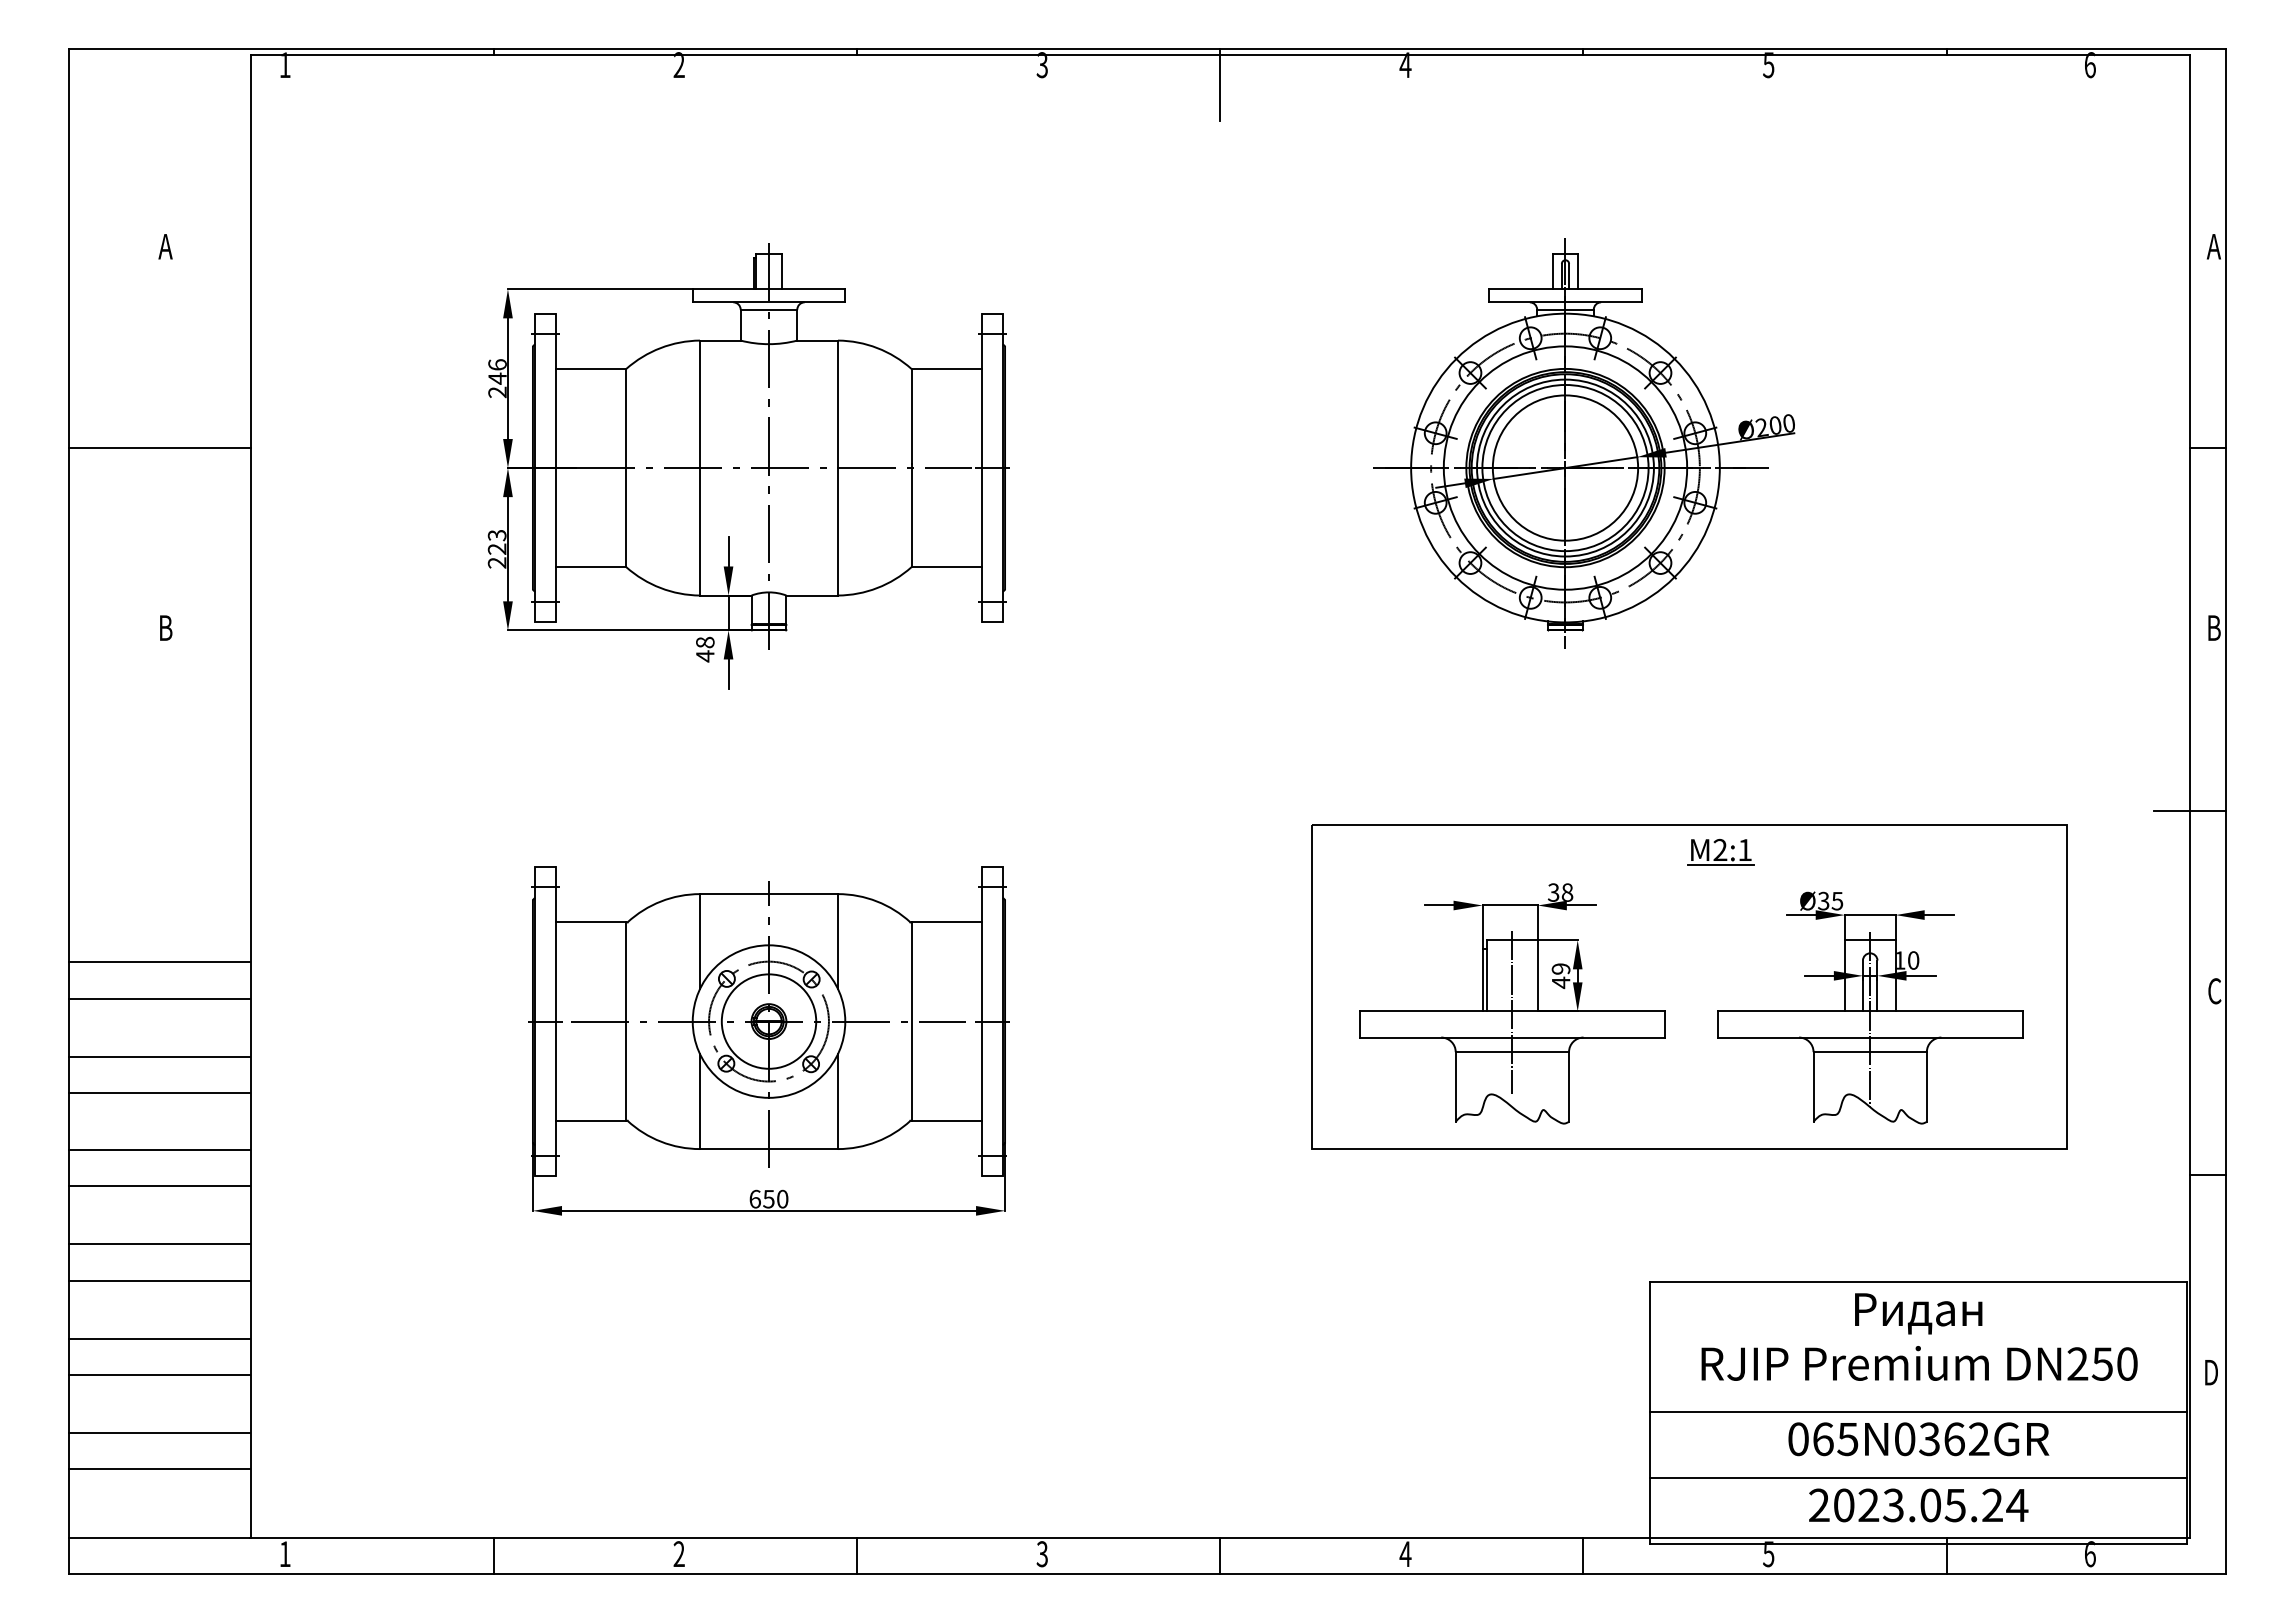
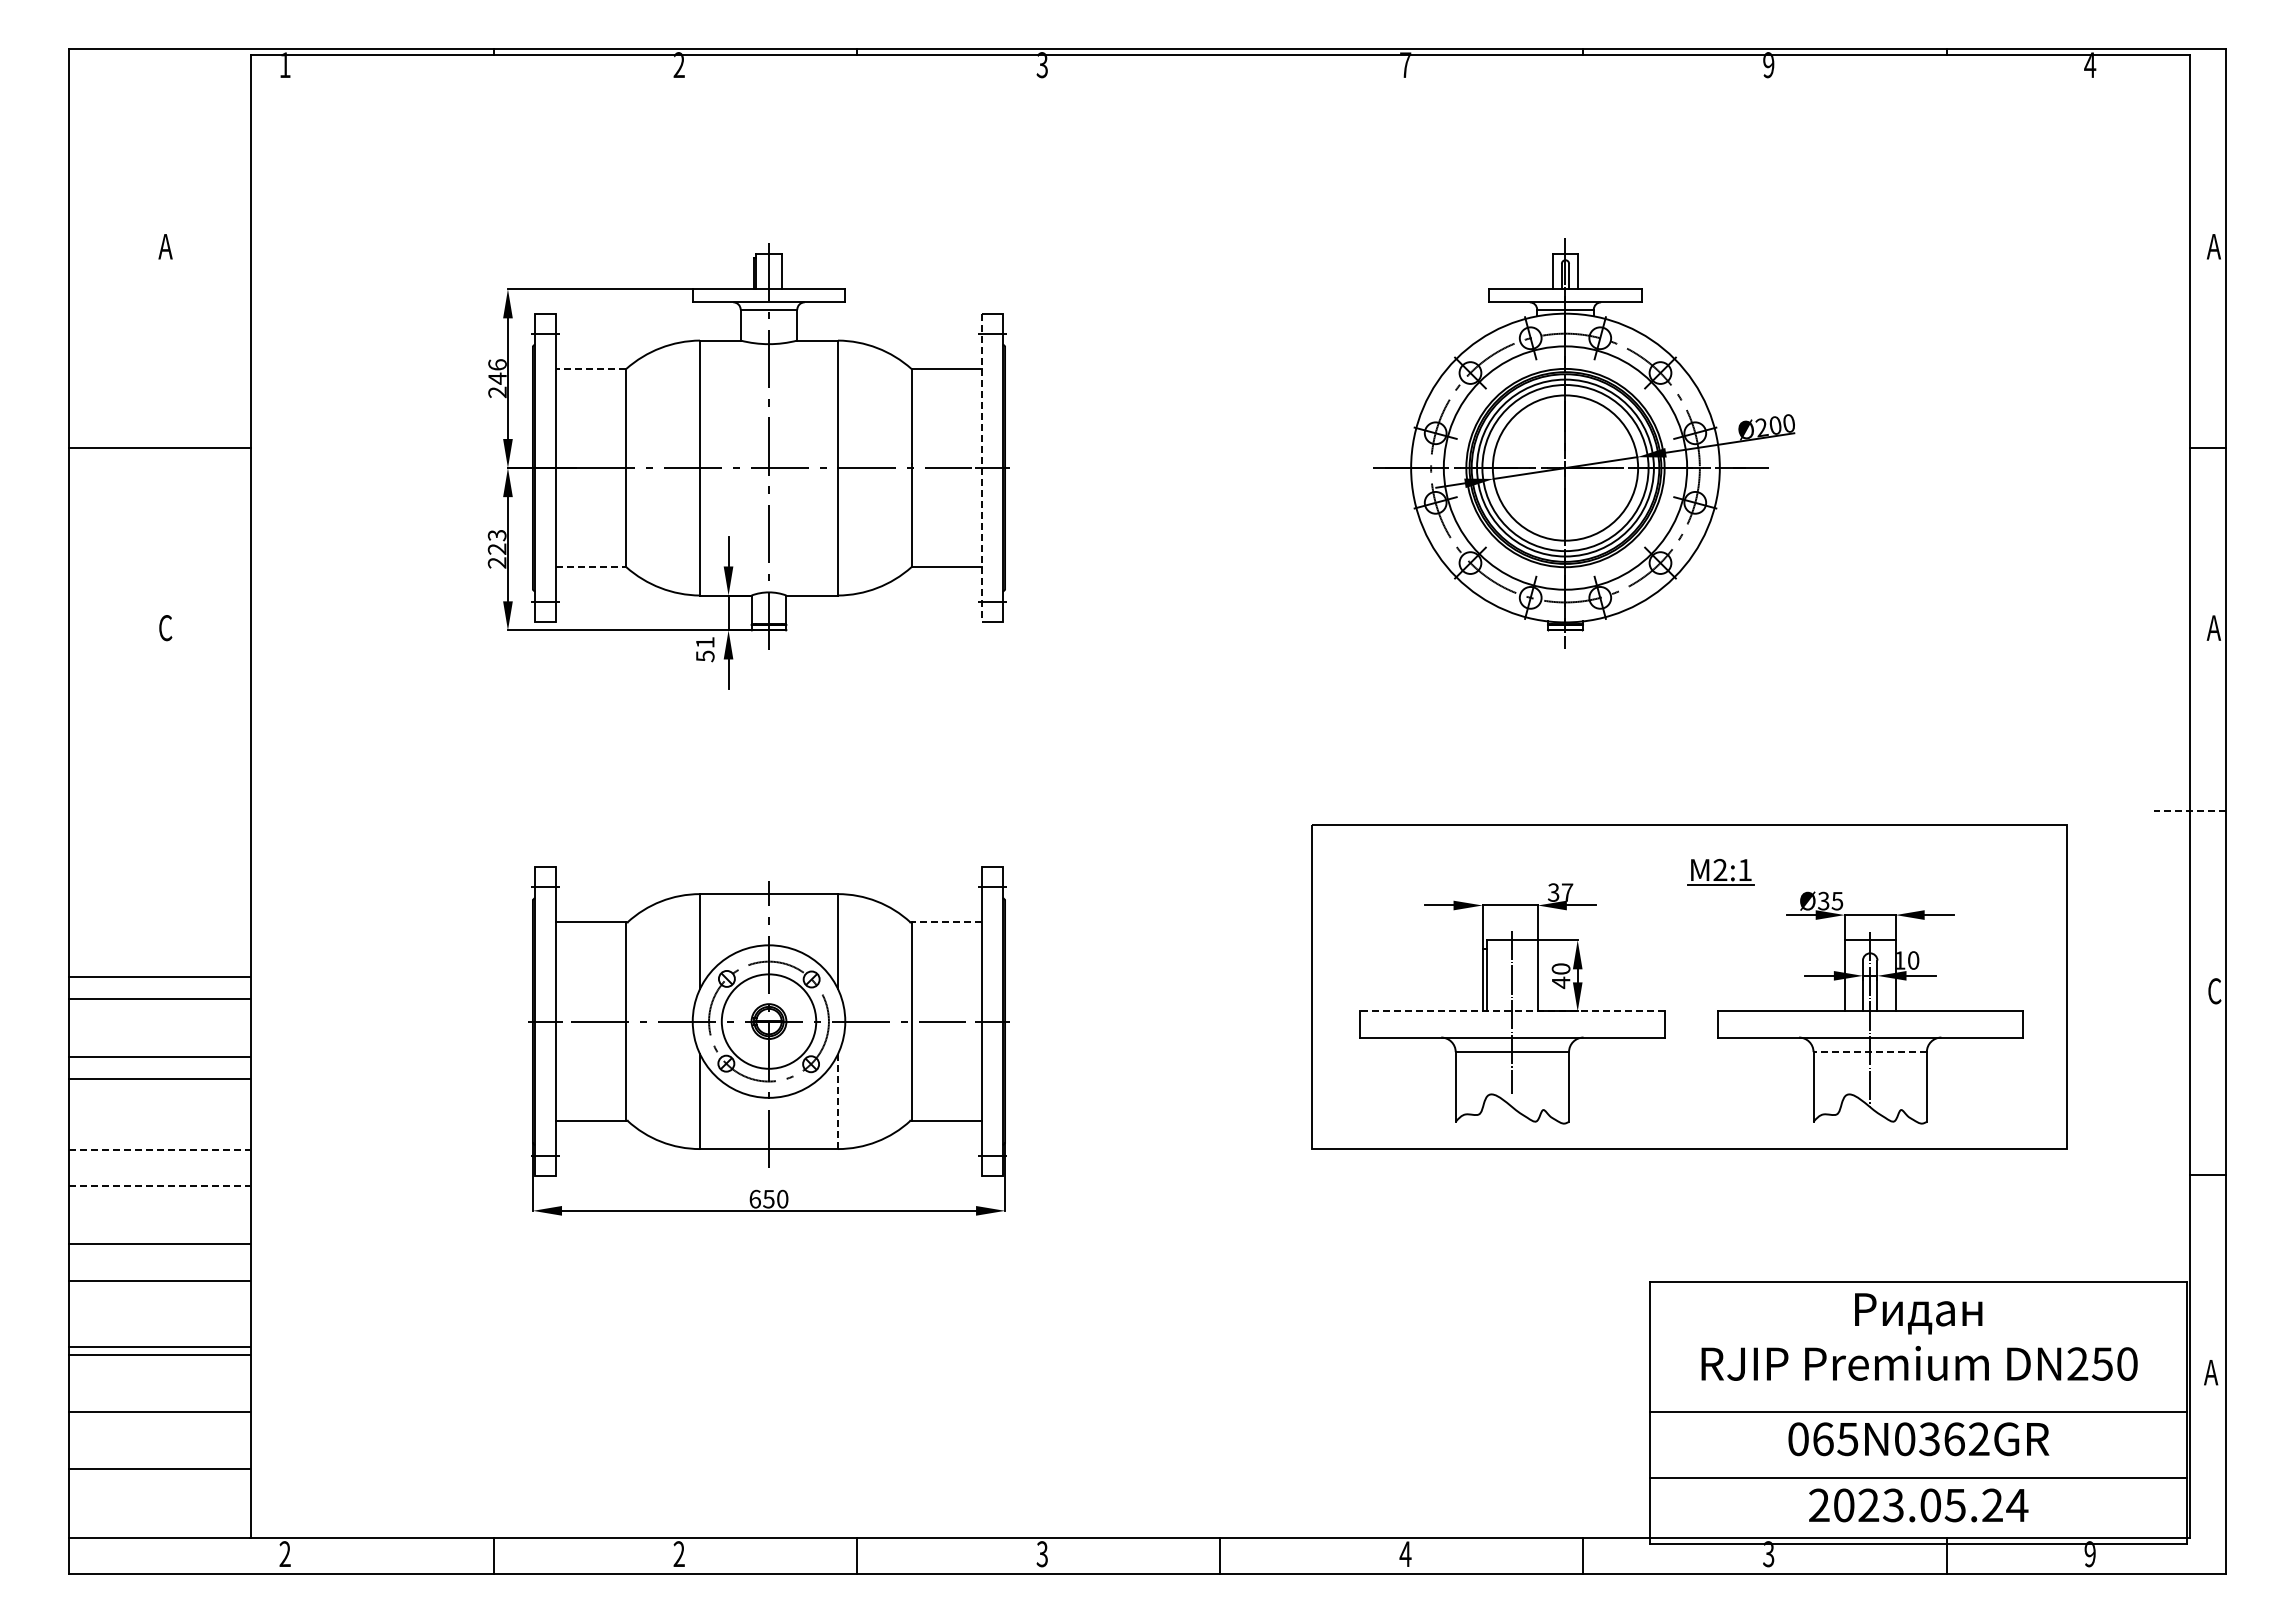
text at (1405, 64): 4 -> 7
text at (1768, 65): 5 -> 9
text at (2090, 65): 6 -> 4
line at (1220, 84): present -> none
line at (590, 368): solid -> dashed
line at (981, 468): solid -> dashed
line at (591, 567): solid -> dashed
text at (2213, 627): B -> A
text at (165, 628): B -> C
text at (705, 649): 48 -> 51
line at (2189, 811): solid -> dashed
part at (1720, 852) position: (1720, 852) -> (1720, 872)
text at (1567, 892): 38 -> 37
line at (946, 922): solid -> dashed
line at (159, 962) position: (159, 962) -> (159, 977)
text at (1560, 968): 49 -> 40
line at (1512, 1011): solid -> dashed
line at (1870, 1052): solid -> dashed
line at (159, 1093) position: (159, 1093) -> (159, 1079)
line at (838, 1101): solid -> dashed
line at (159, 1149): solid -> dashed
line at (159, 1186): solid -> dashed
line at (159, 1338) position: (159, 1338) -> (159, 1354)
text at (2211, 1372): D -> A
line at (159, 1374) position: (159, 1374) -> (159, 1346)
line at (159, 1433) position: (159, 1433) -> (159, 1412)
text at (284, 1553): 1 -> 2
text at (1769, 1553): 5 -> 3
text at (2089, 1554): 6 -> 9
